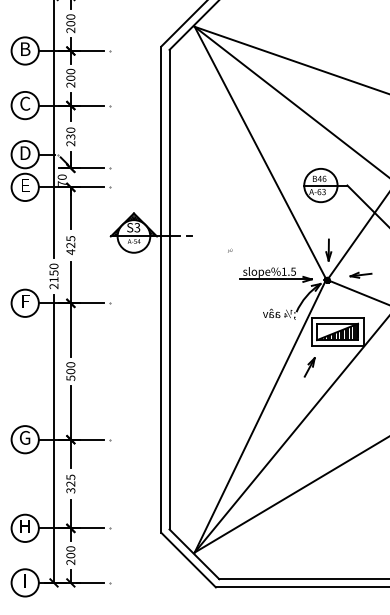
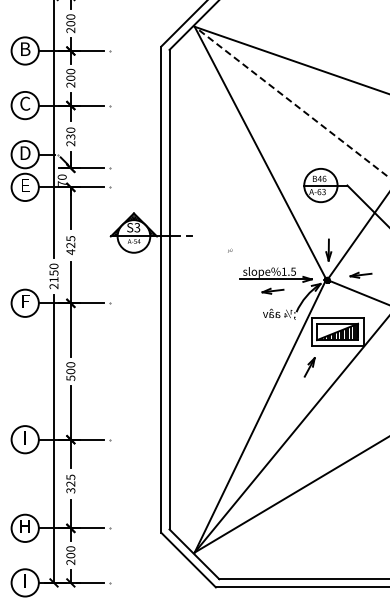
line at (291, 102): solid -> dashed
part at (272, 290): none -> present
text at (25, 437): G -> I
